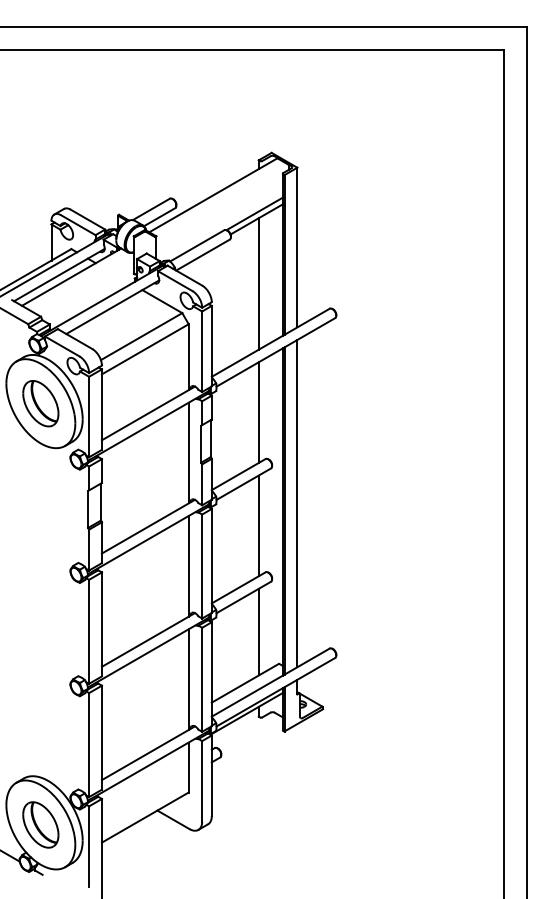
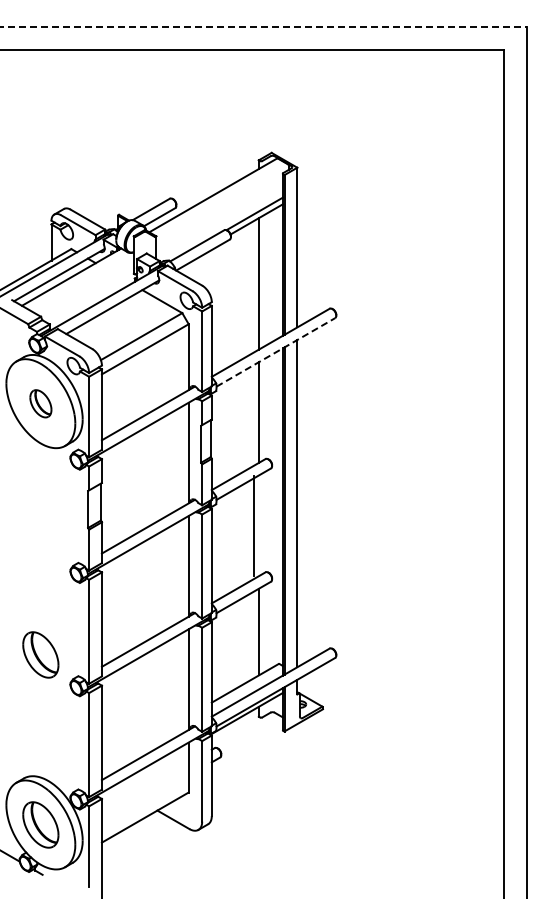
line at (263, 26): solid -> dashed
line at (276, 352): solid -> dashed
part at (40, 403) size: 38x48 px -> 24x30 px
line at (258, 525) position: (258, 525) -> (253, 525)
part at (40, 654): none -> present
